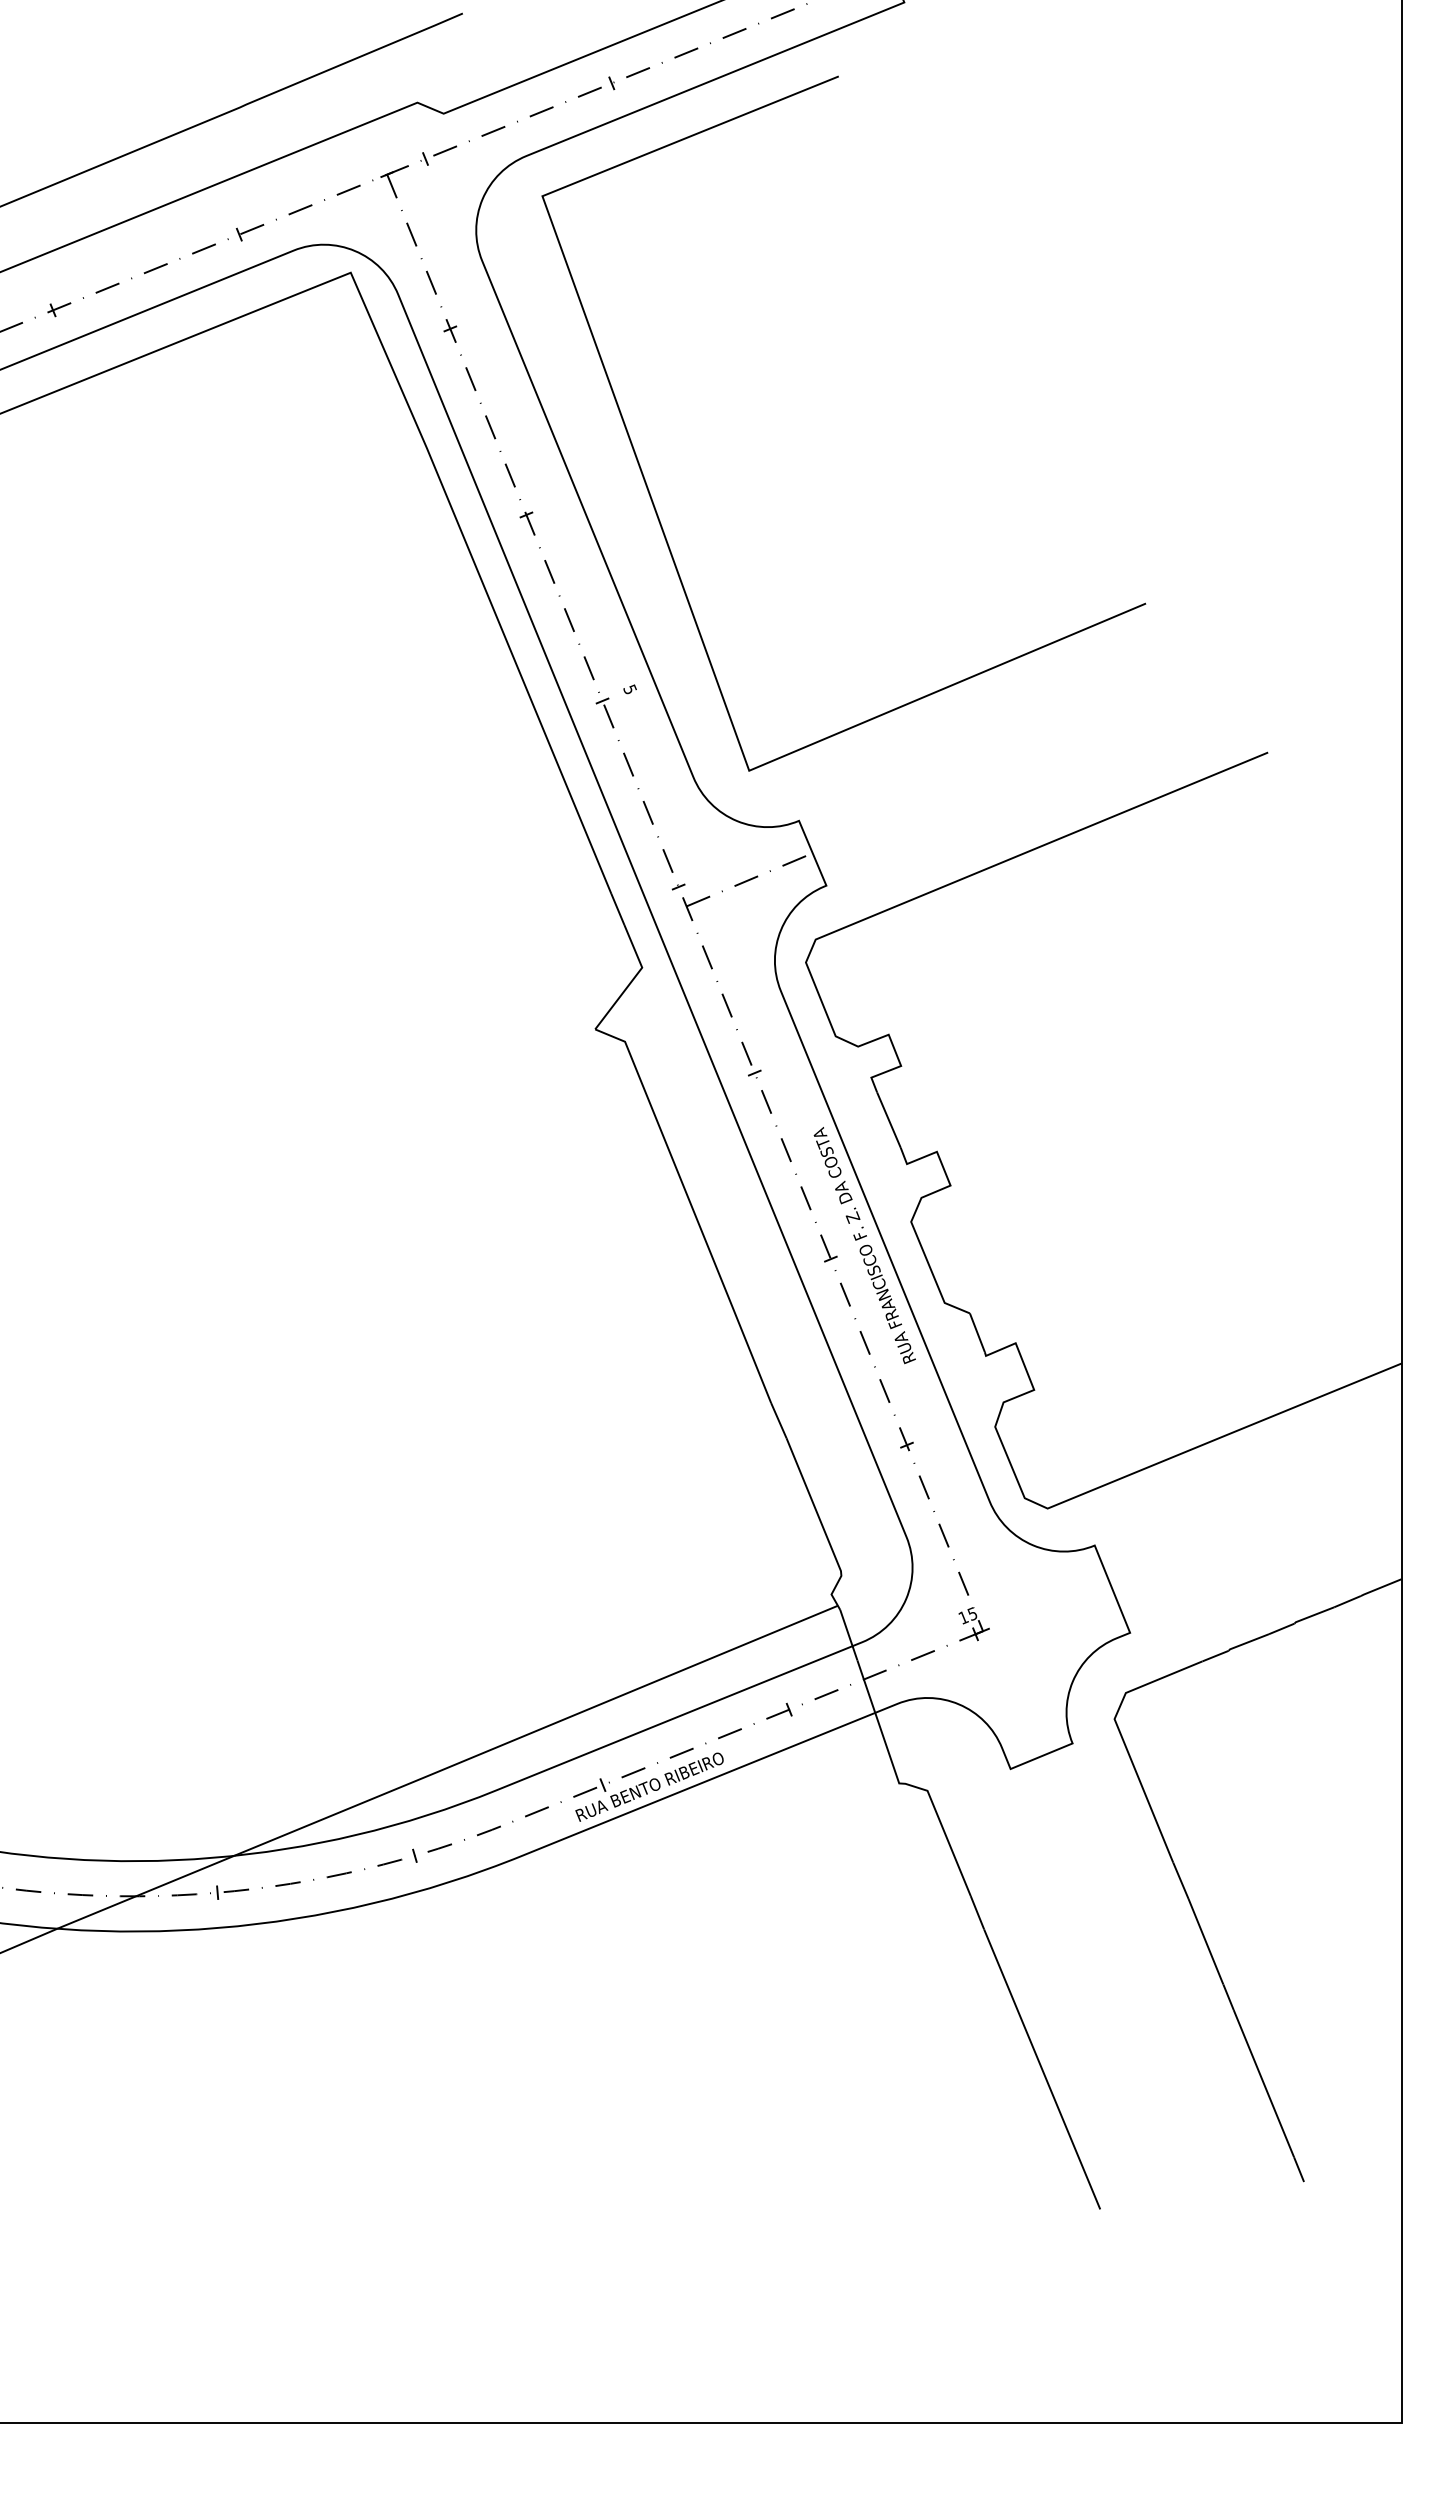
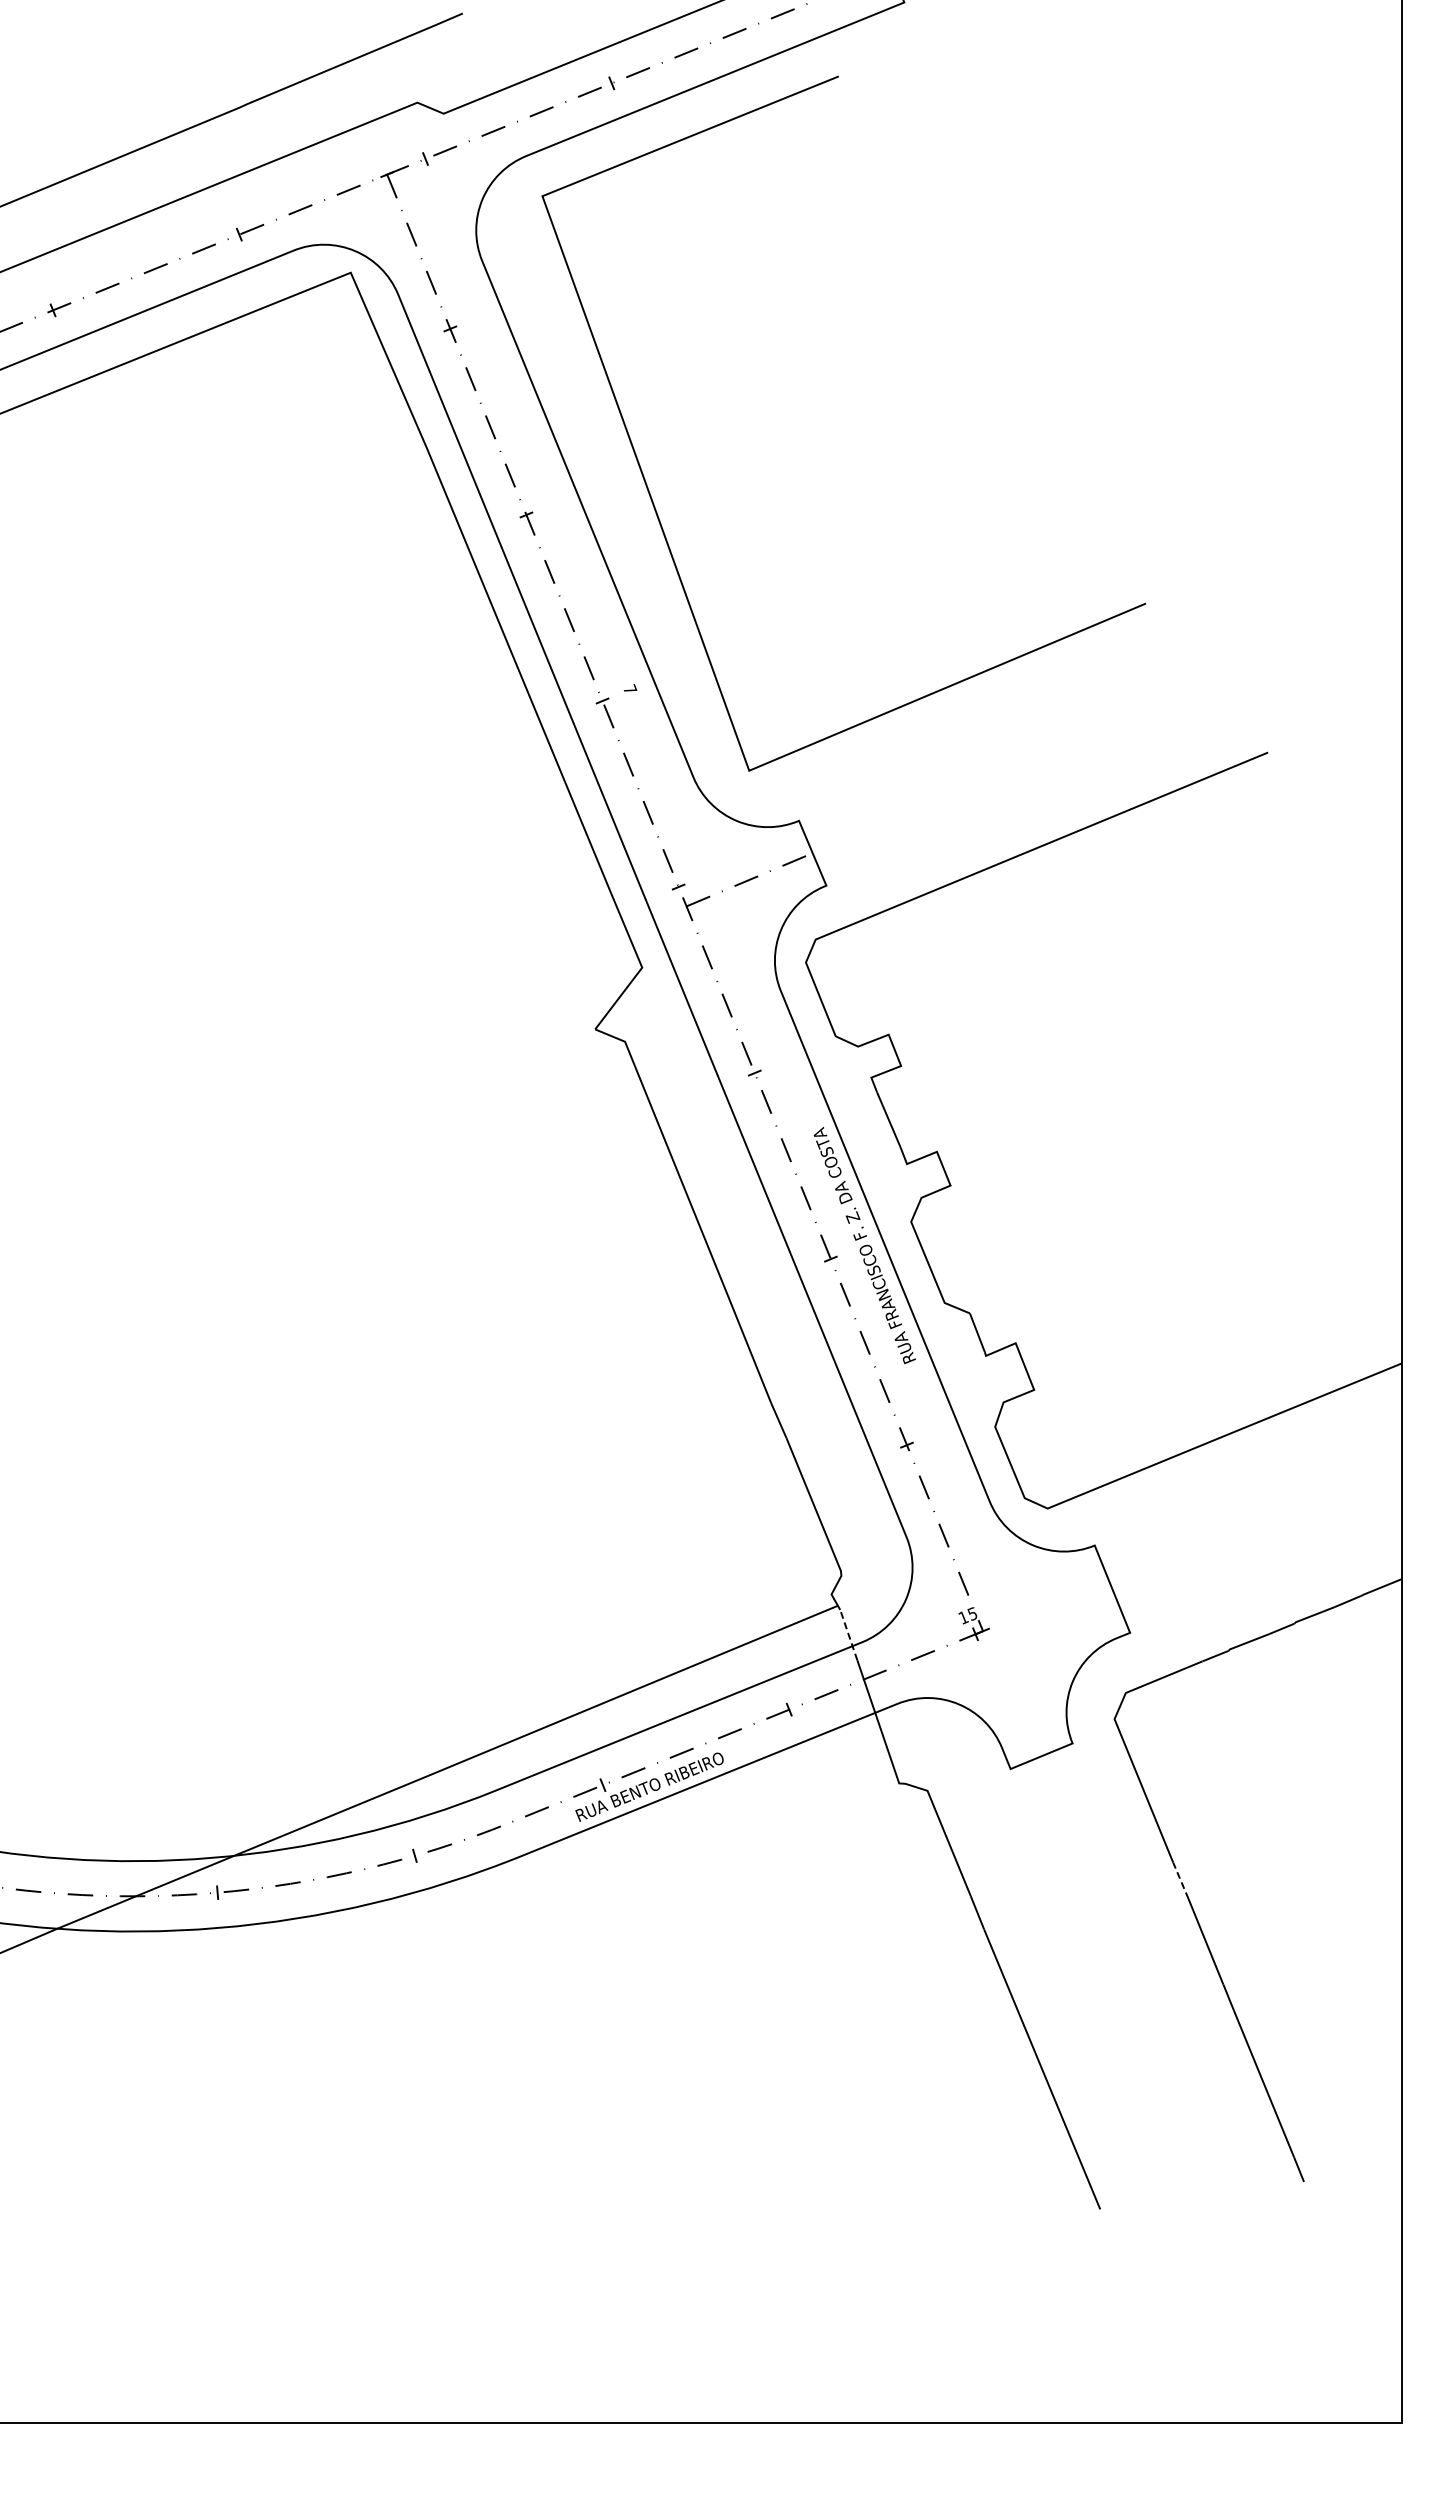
text at (630, 689): 5 -> 7
line at (848, 1635): solid -> dashed
line at (1180, 1880): solid -> dashed
